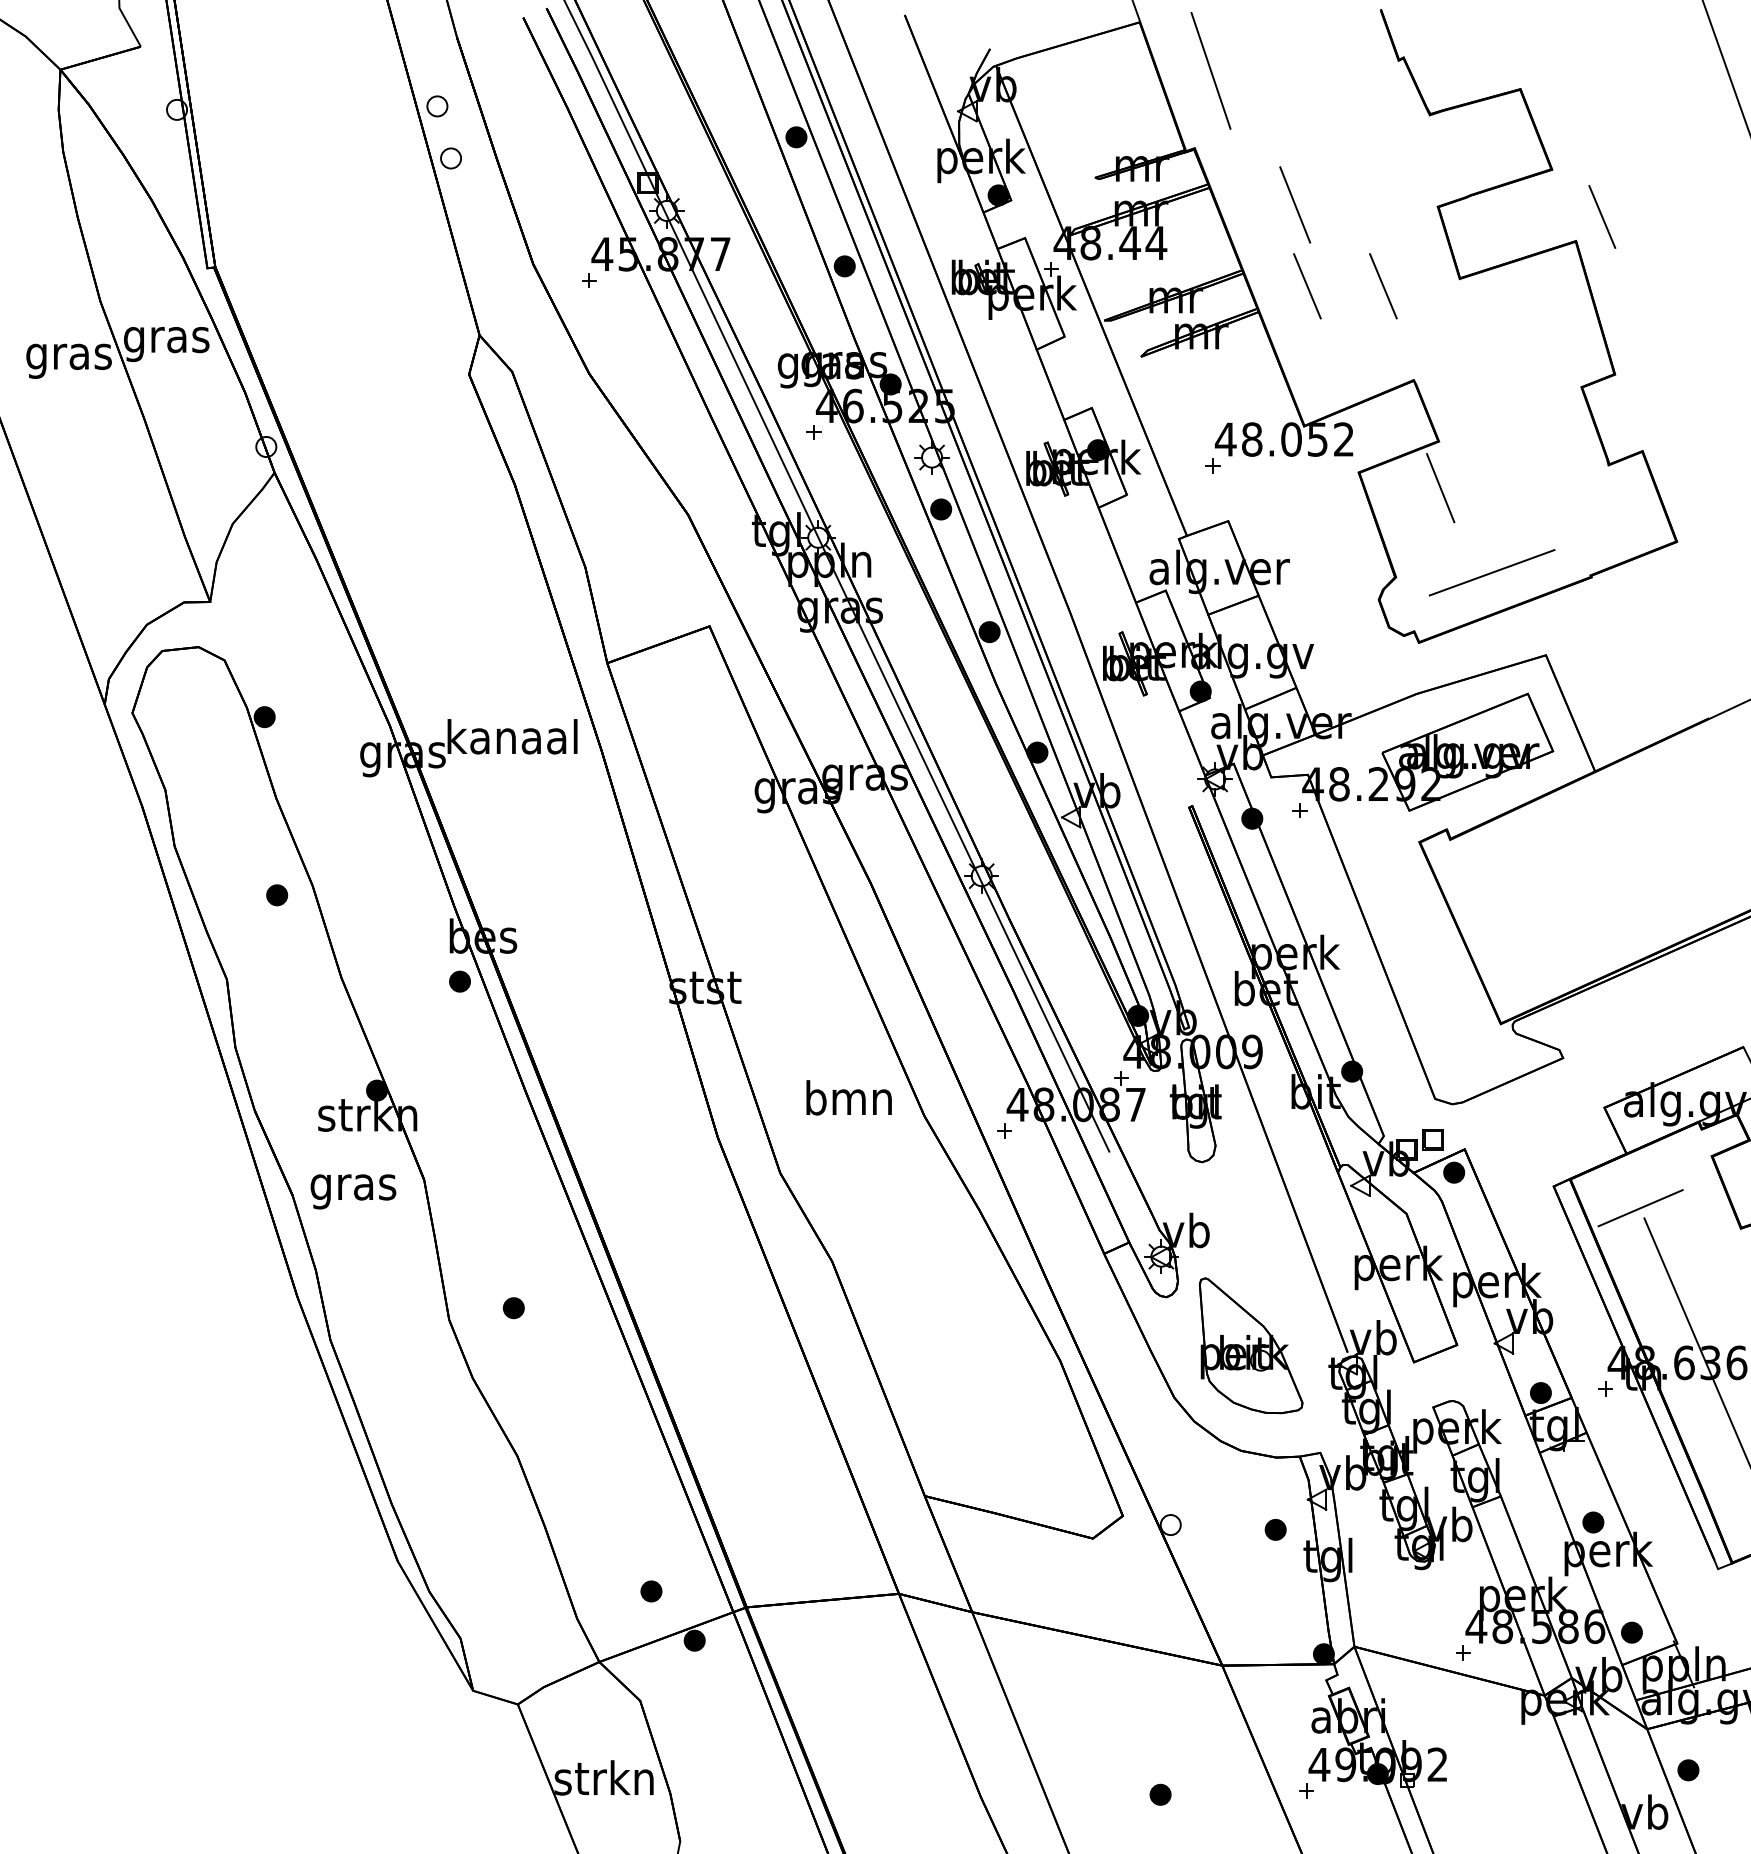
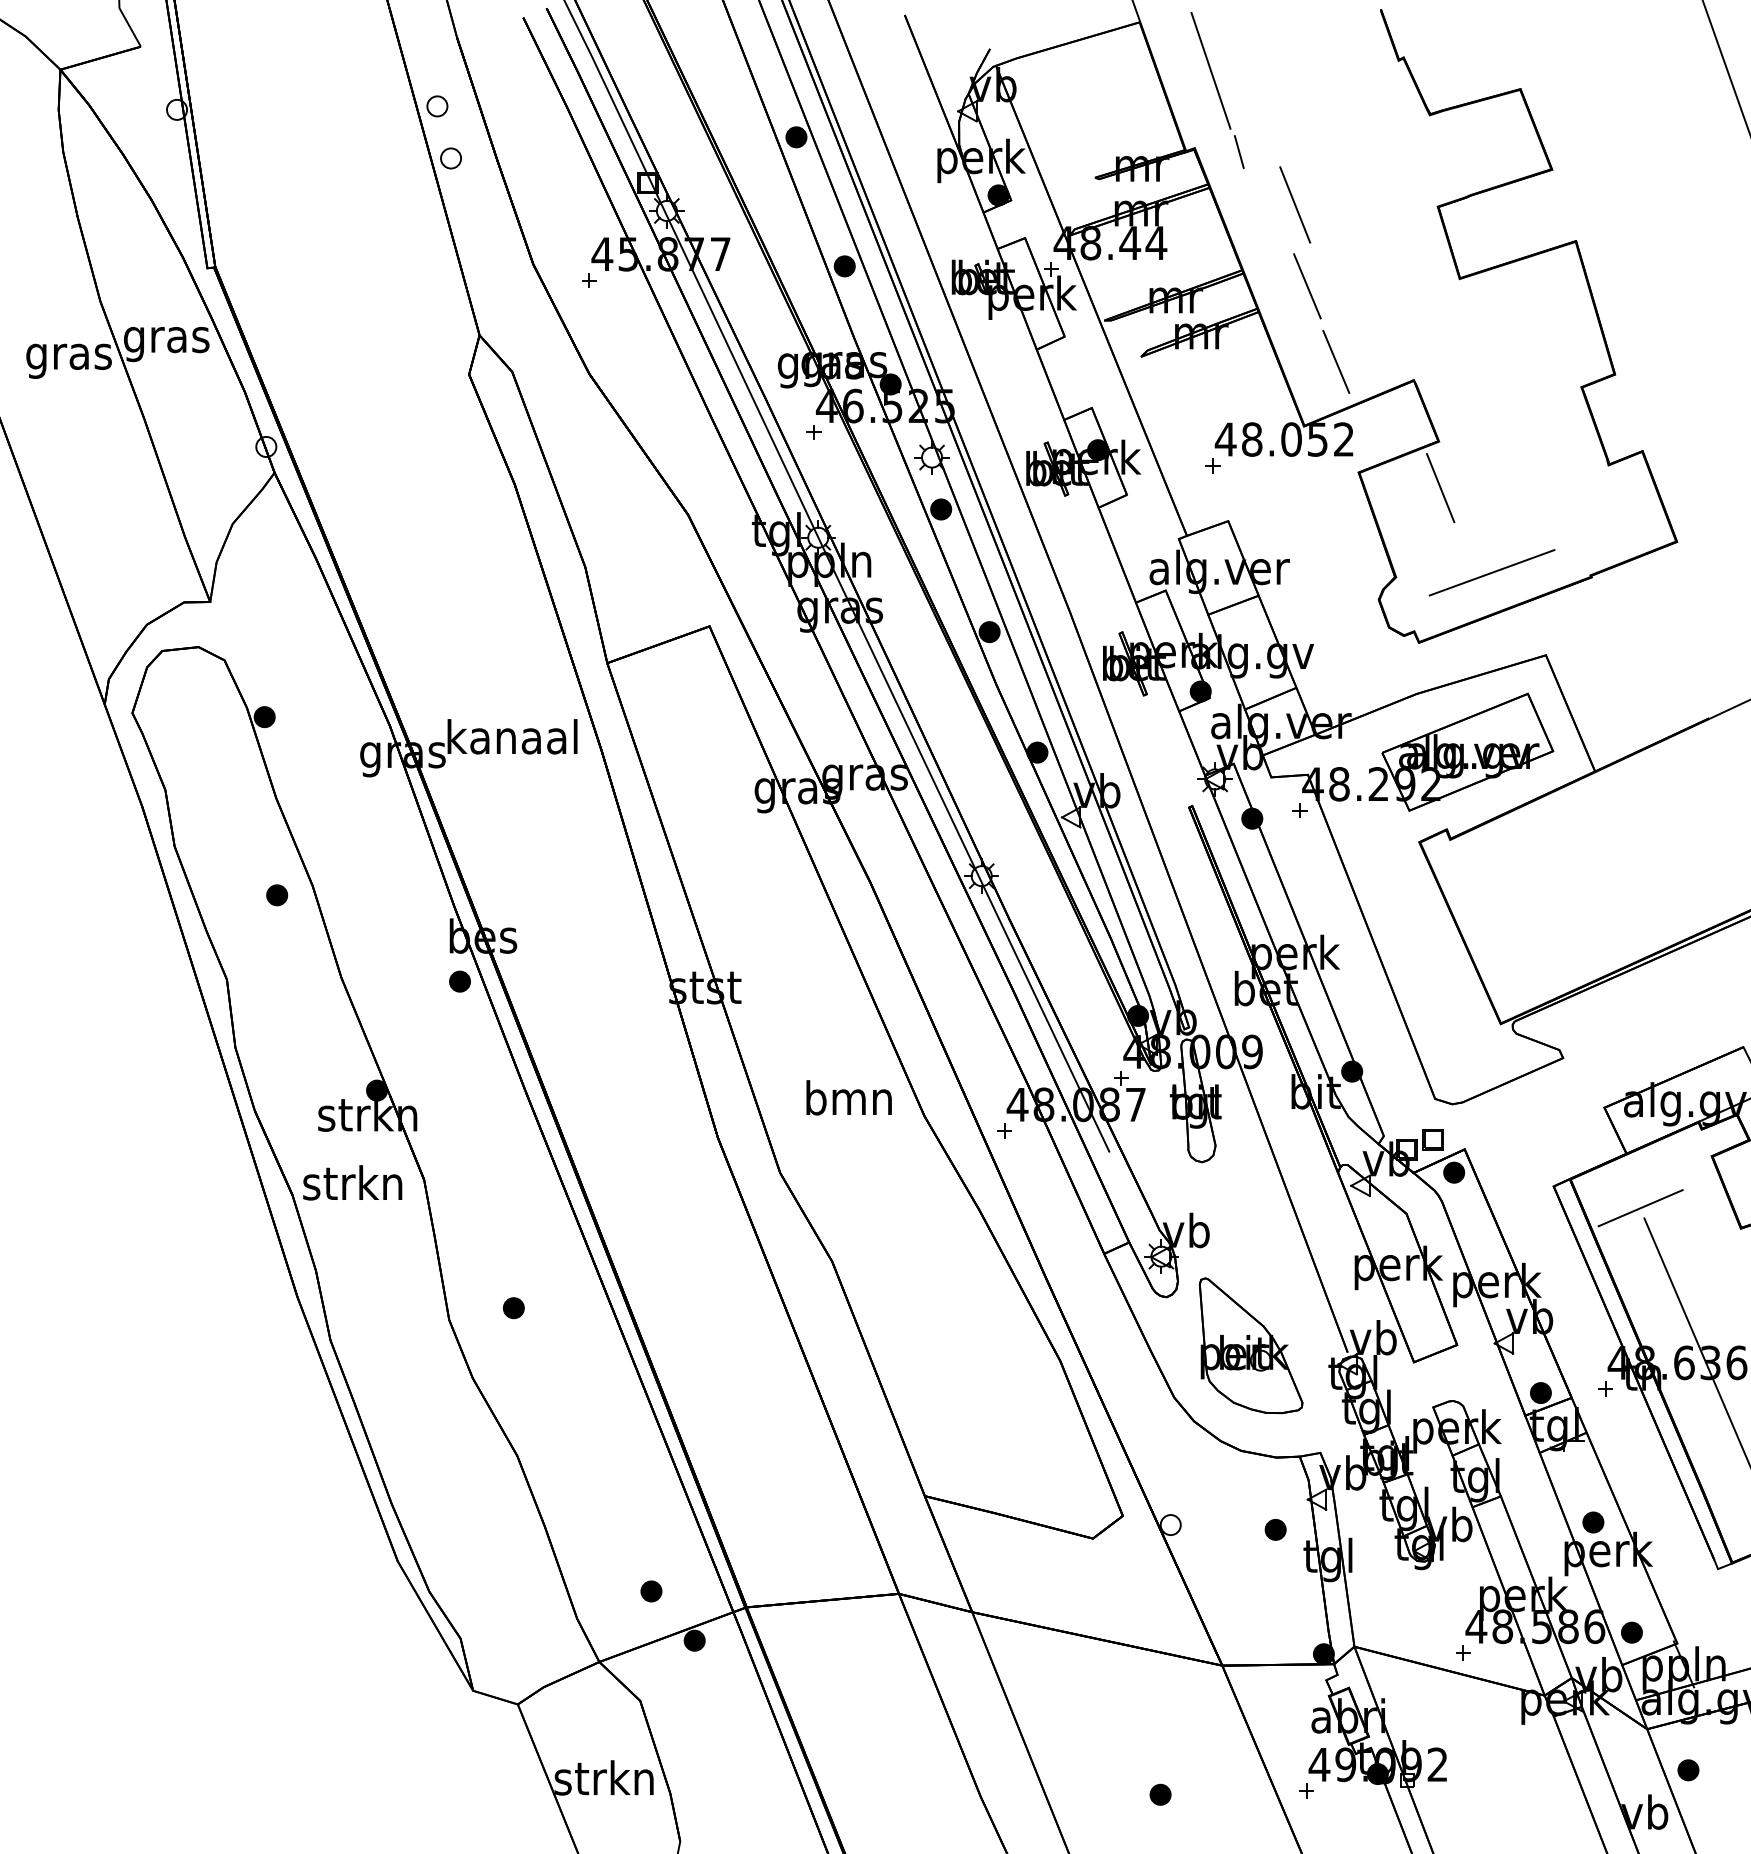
line at (1238, 152): none -> present
line at (1602, 216) position: (1602, 216) -> (1336, 361)
line at (1383, 286): present -> none
text at (352, 1187): gras -> strkn
